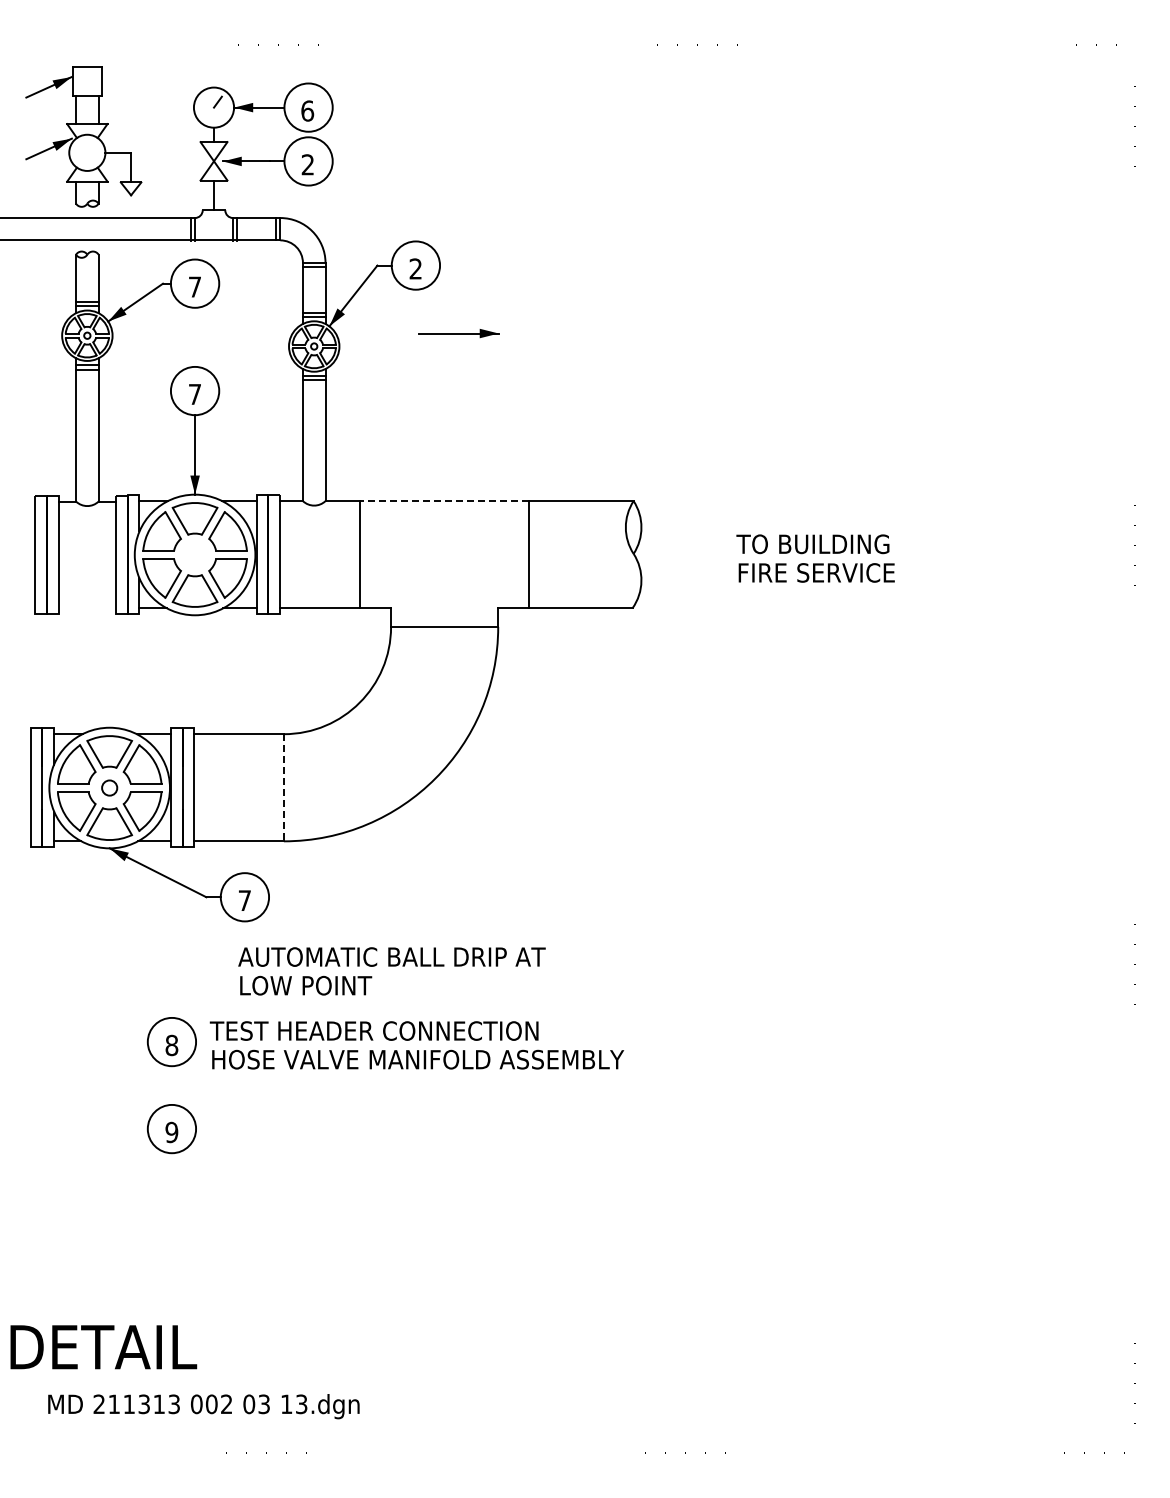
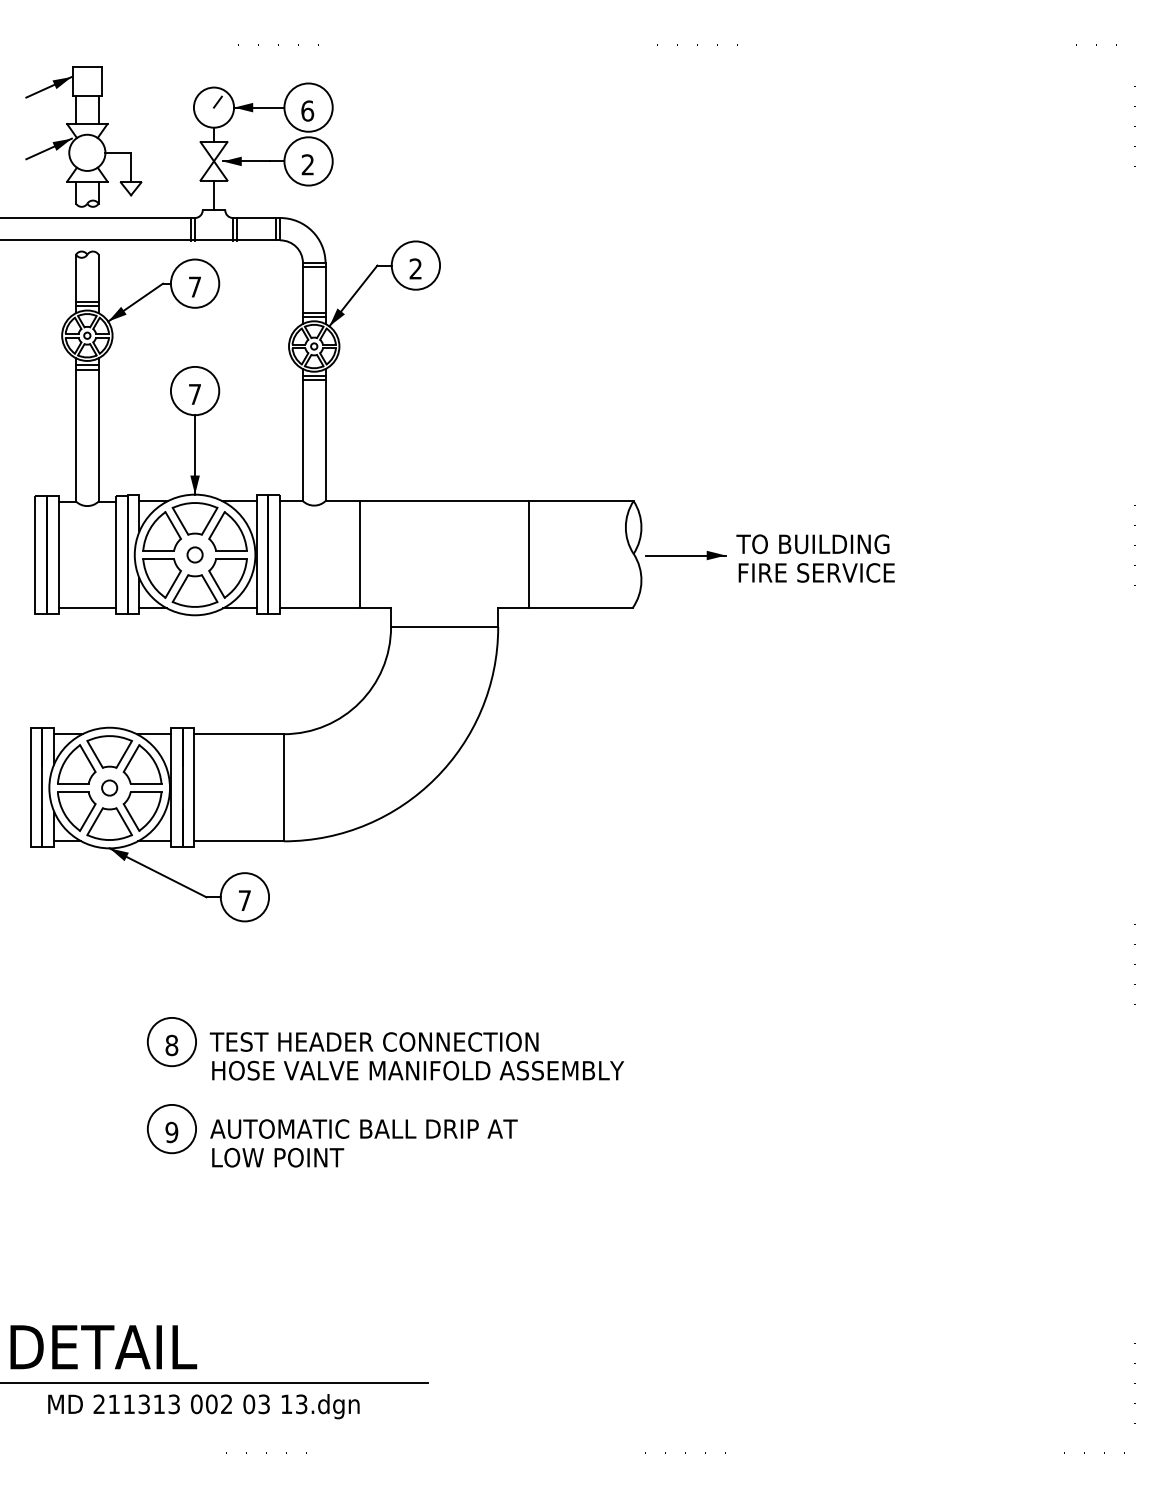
part at (458, 333) position: (458, 333) -> (685, 555)
line at (444, 501): dashed -> solid
circle at (194, 554): none -> present
line at (86, 607): none -> present
line at (283, 787): dashed -> solid
text at (391, 971) position: (391, 971) -> (363, 1143)
text at (416, 1045) position: (416, 1045) -> (416, 1056)
line at (214, 1382): none -> present
